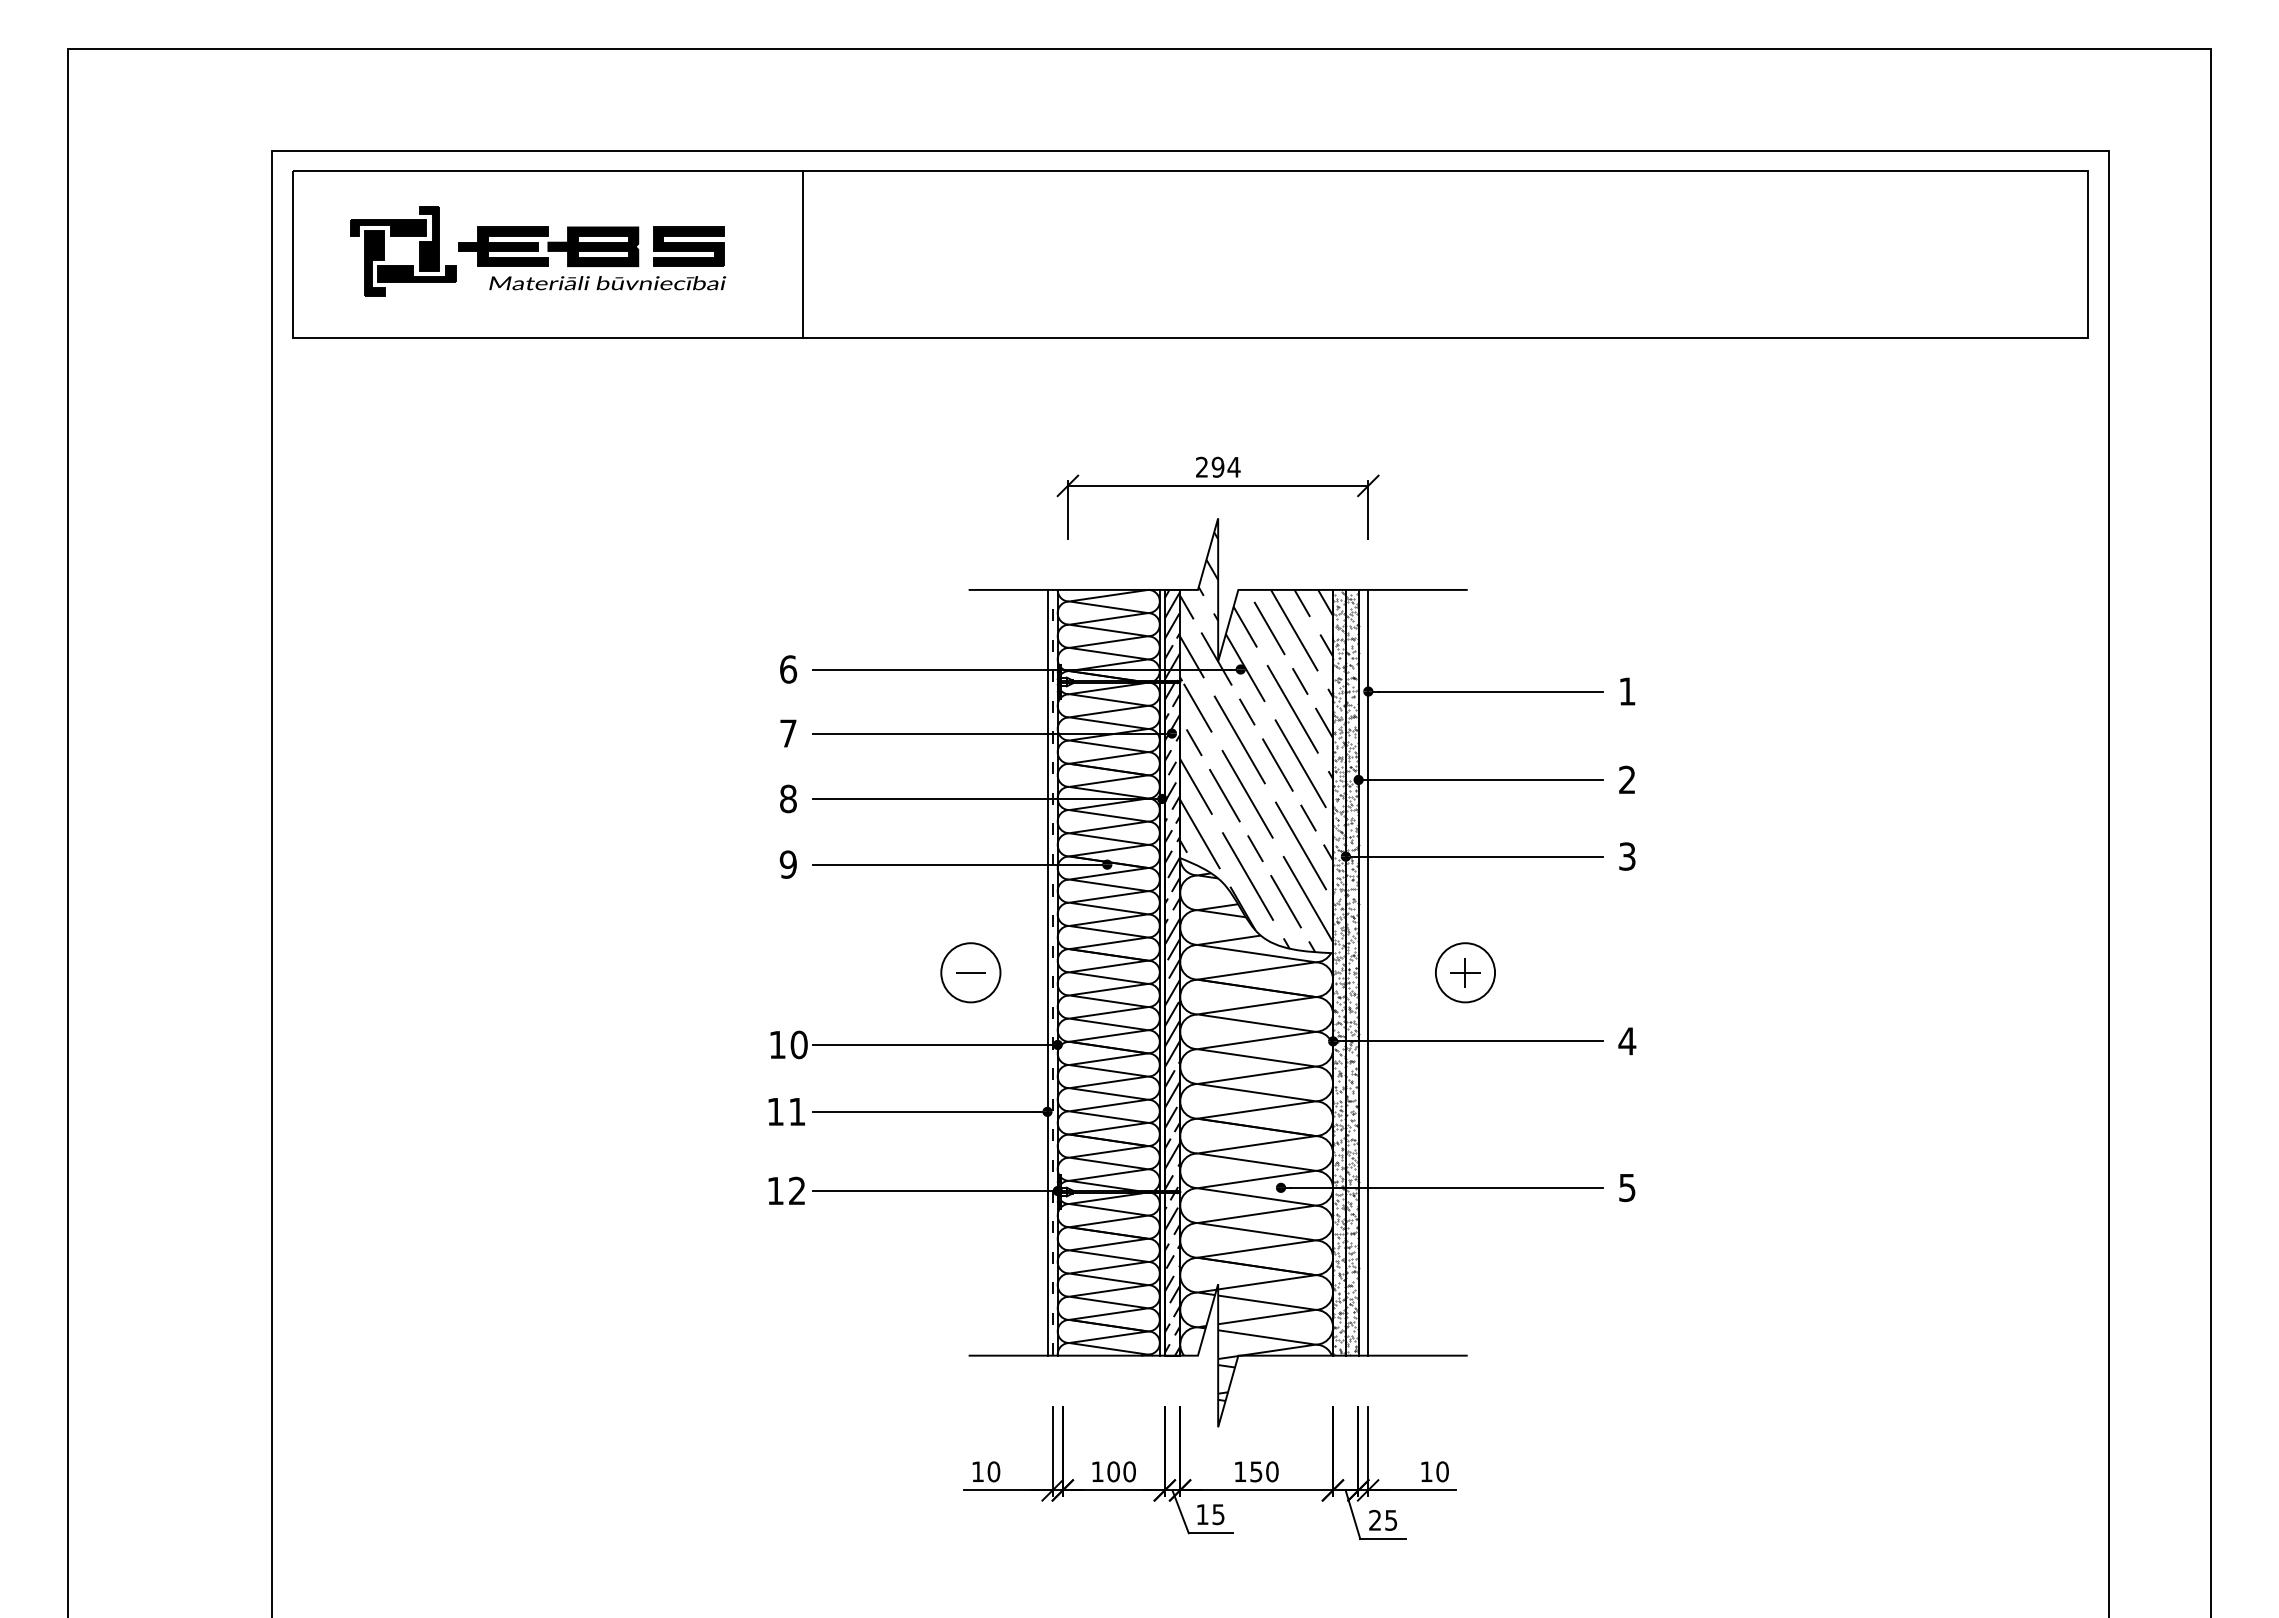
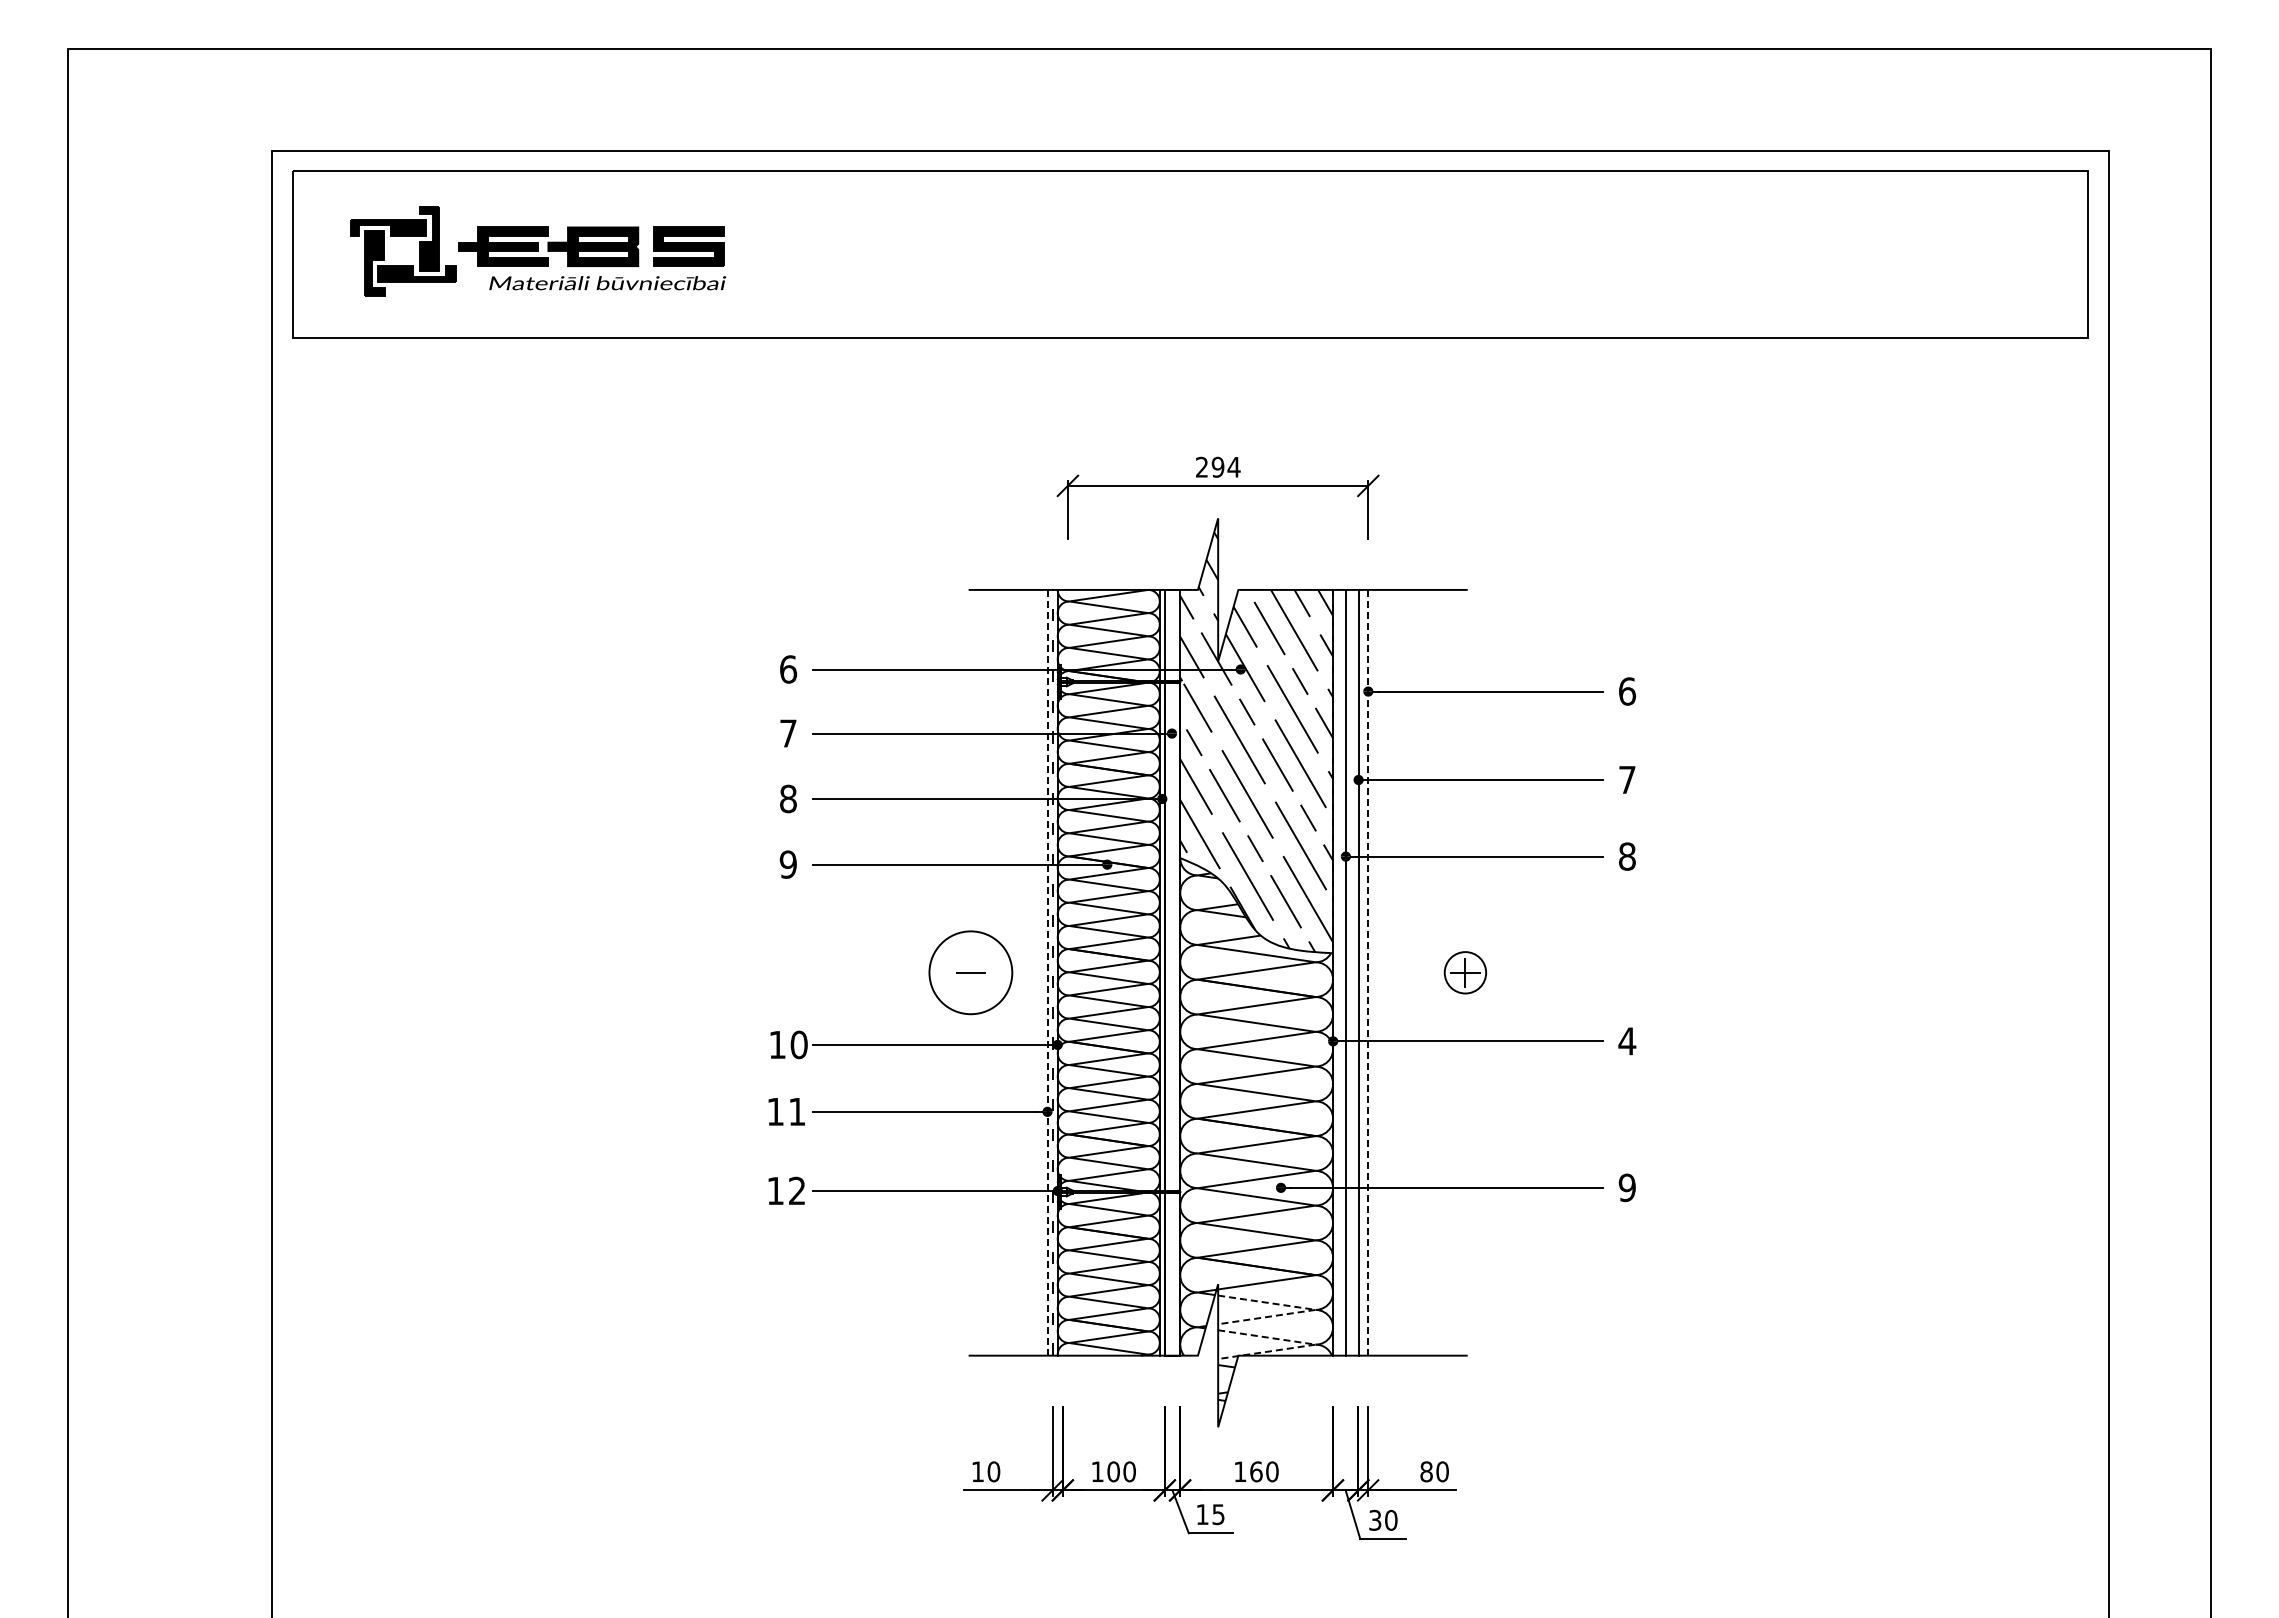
line at (802, 254): present -> none
text at (1627, 691): 1 -> 6
text at (1627, 779): 2 -> 7
text at (1627, 856): 3 -> 8
circle at (970, 972) diameter: 59 px -> 83 px
line at (1047, 972): solid -> dashed
hatch at (1172, 972): present -> none
line at (1368, 972): solid -> dashed
circle at (1465, 972) diameter: 59 px -> 41 px
hatch at (1345, 973): present -> none
text at (1626, 1187): 5 -> 9
line at (1315, 1309): solid -> dashed
line at (1315, 1344): solid -> dashed
text at (1256, 1471): 150 -> 160
text at (1426, 1471): 10 -> 80
text at (1383, 1519): 25 -> 30
